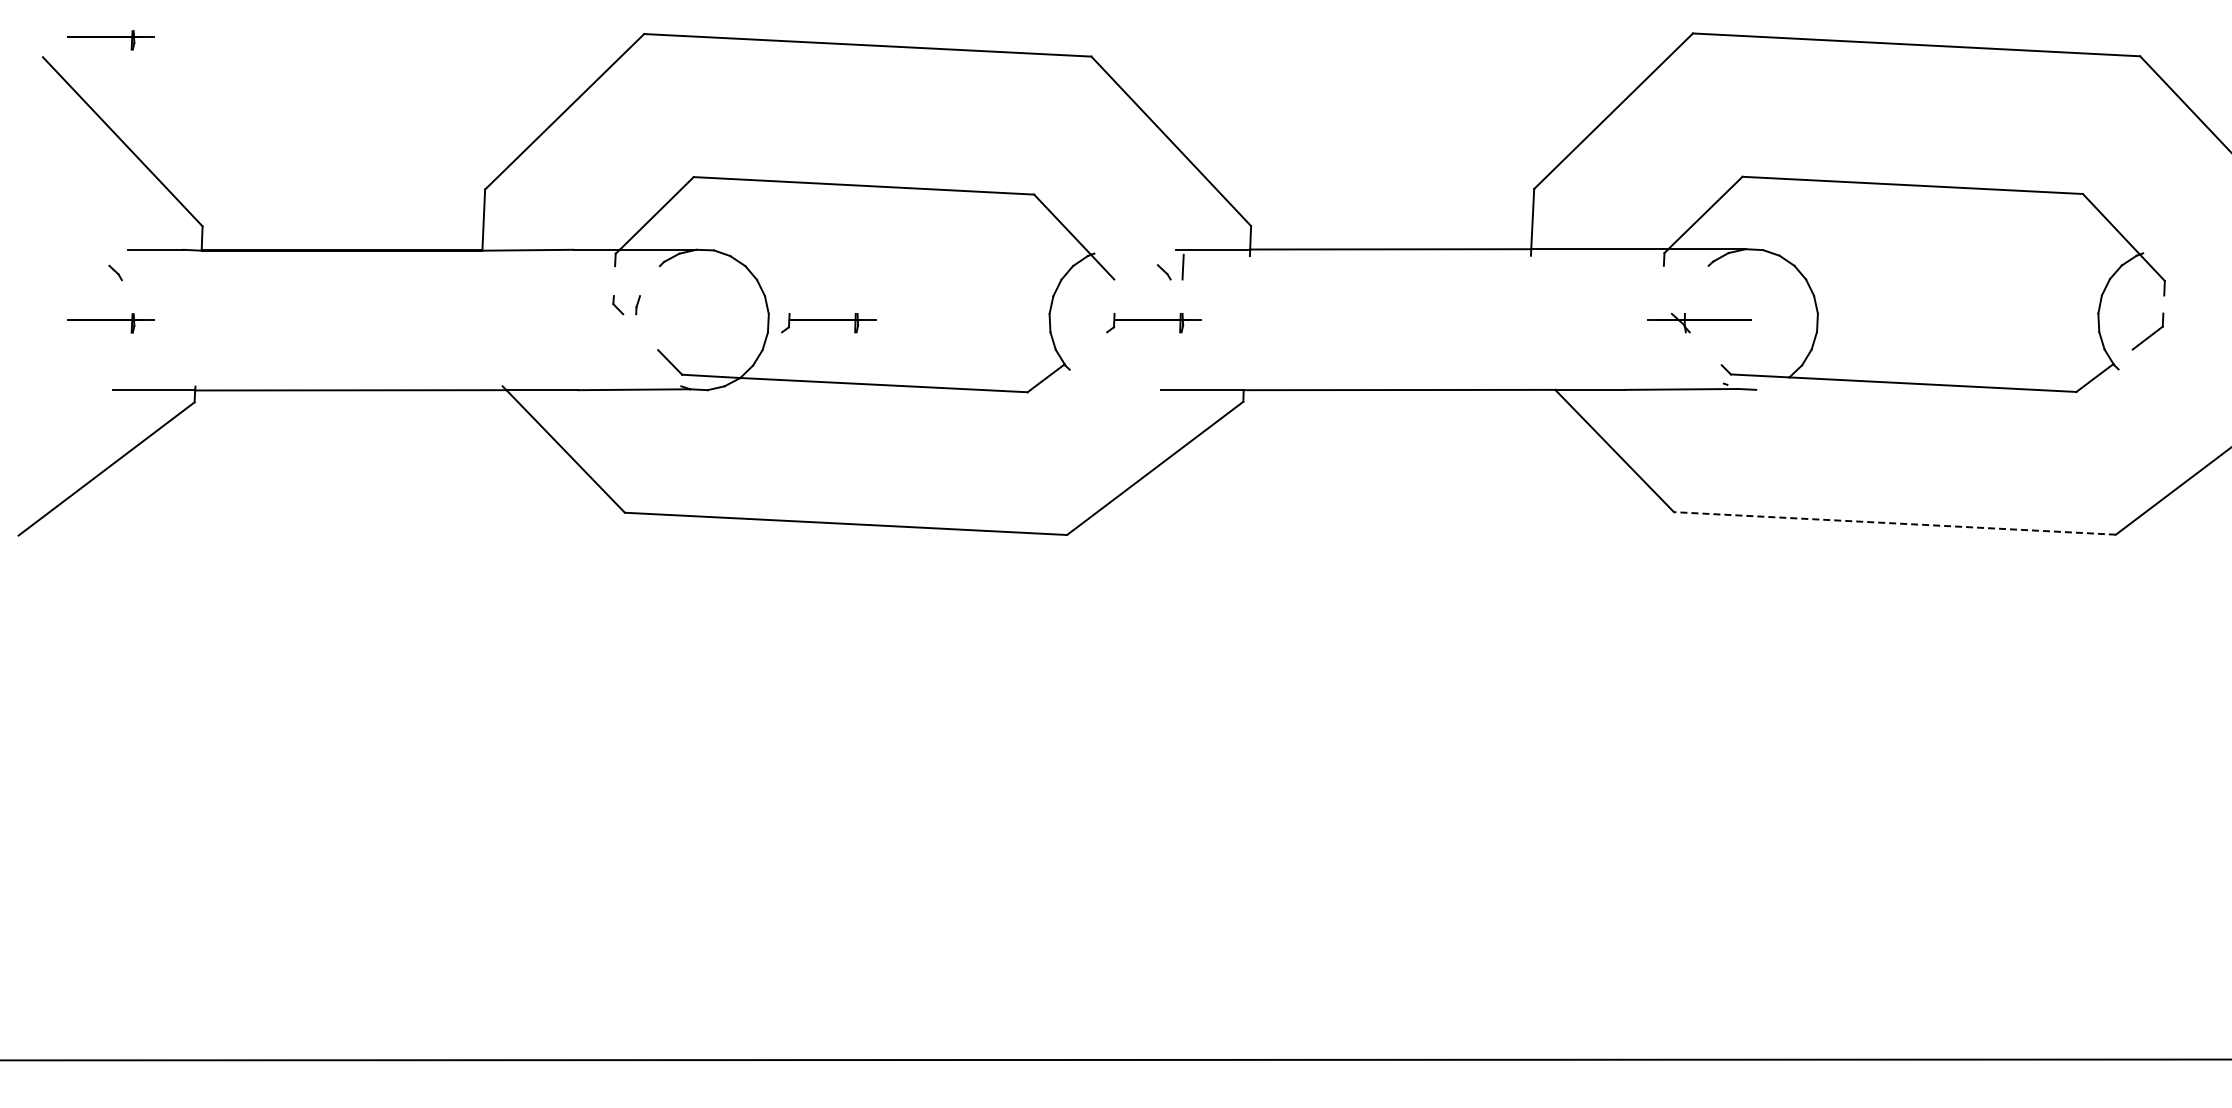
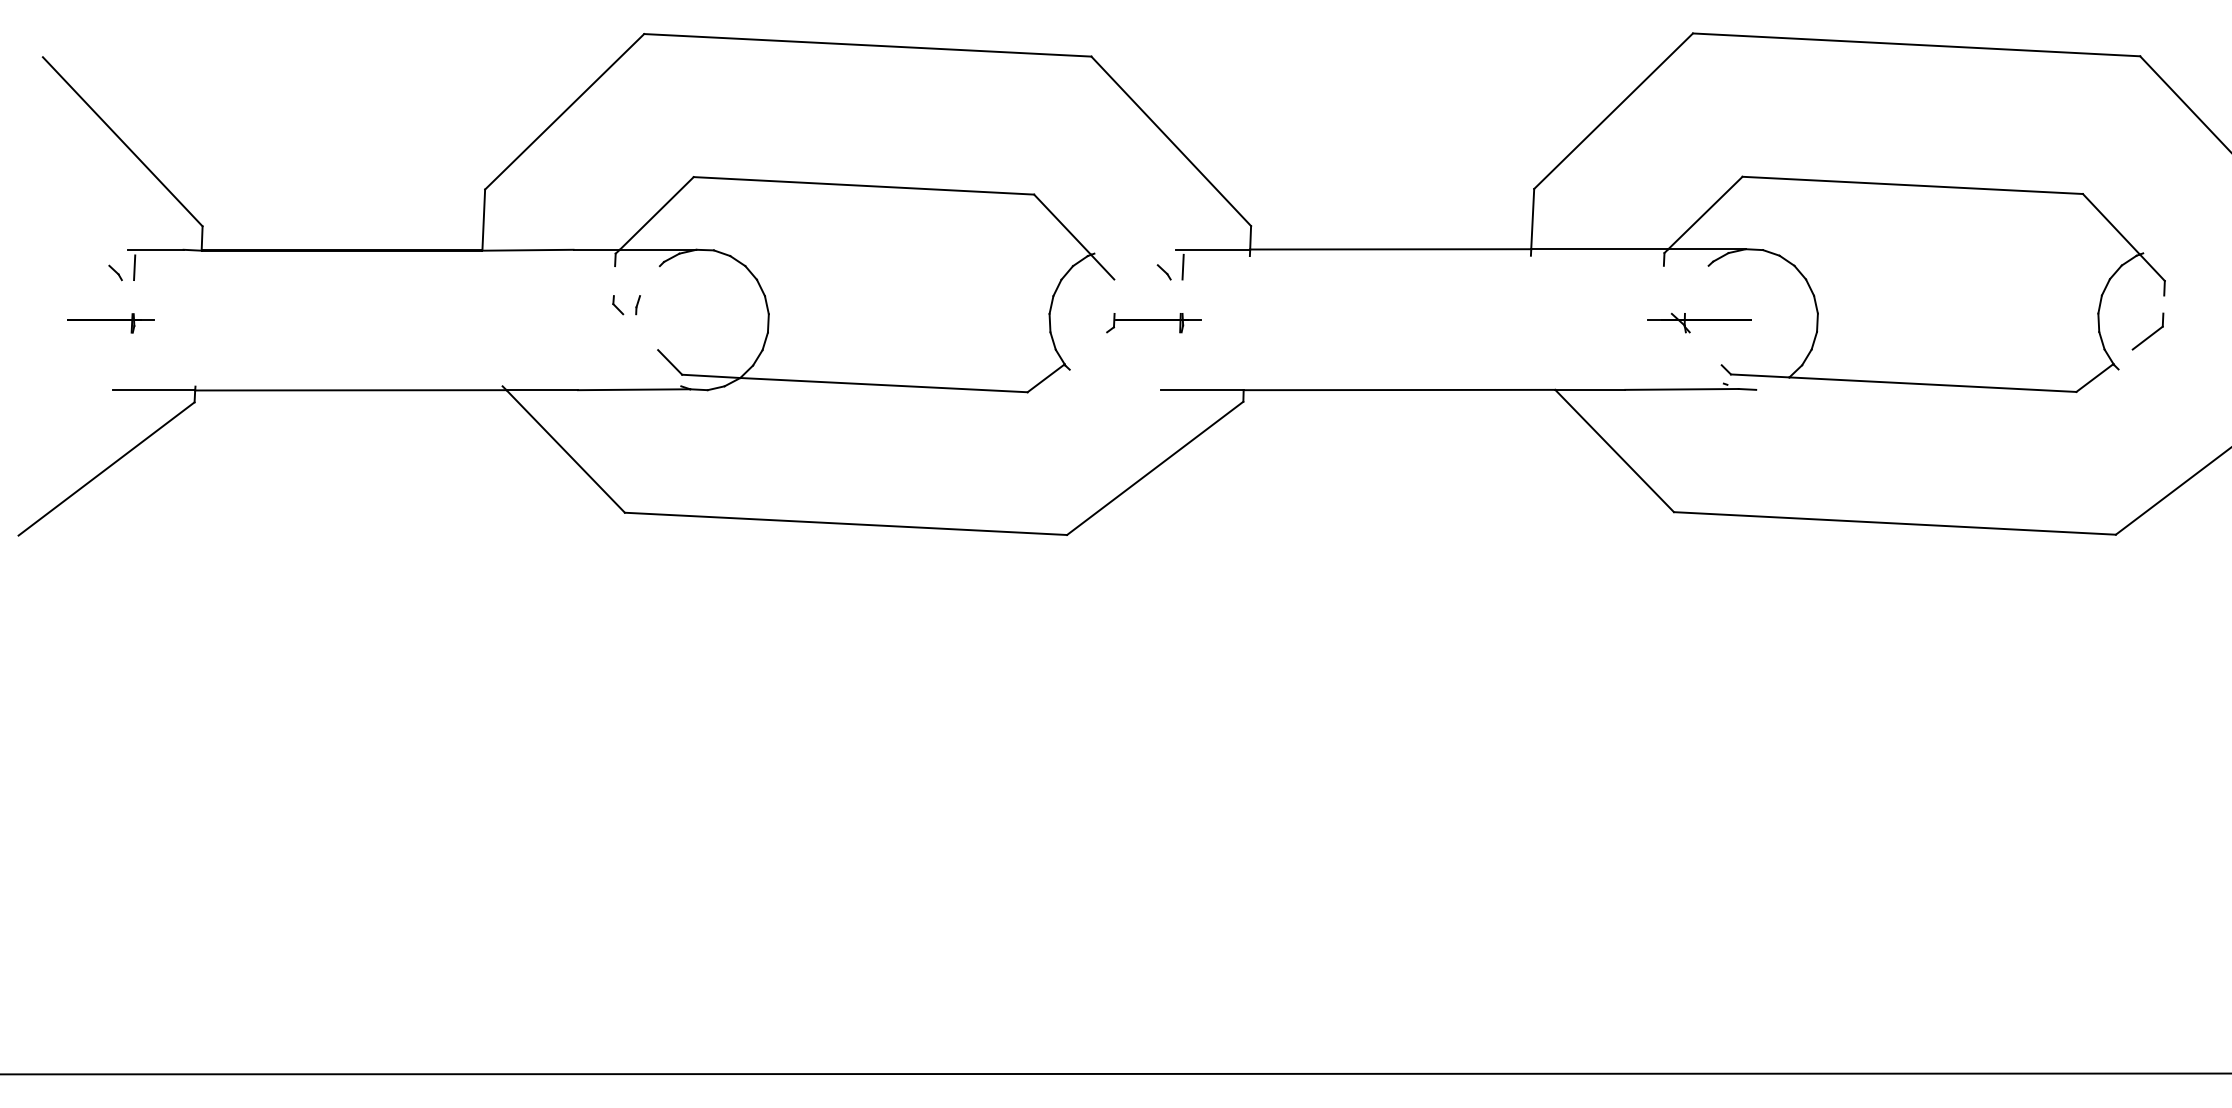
part at (110, 40): present -> none
line at (134, 267): none -> present
part at (828, 323): present -> none
line at (1894, 523): dashed -> solid
line at (1115, 1059) position: (1115, 1059) -> (1115, 1073)
